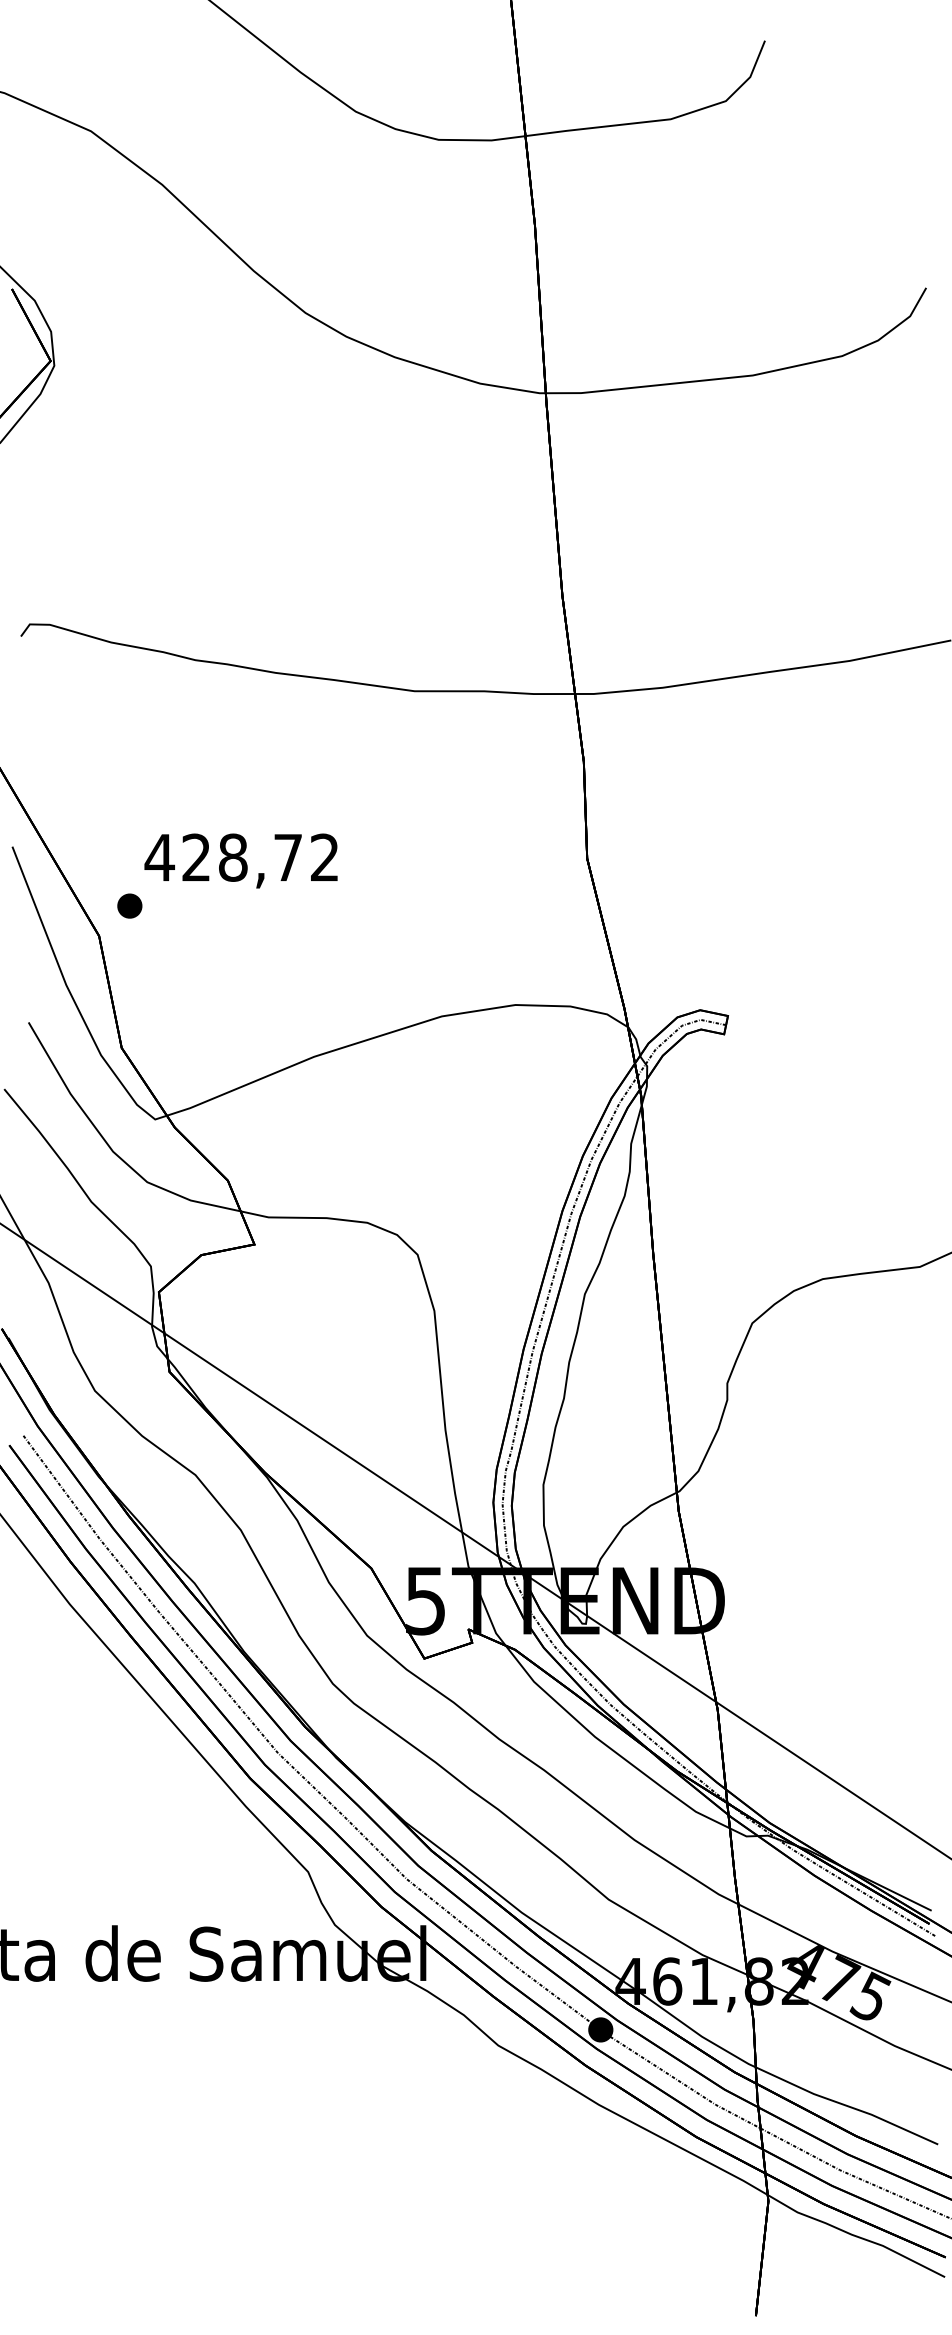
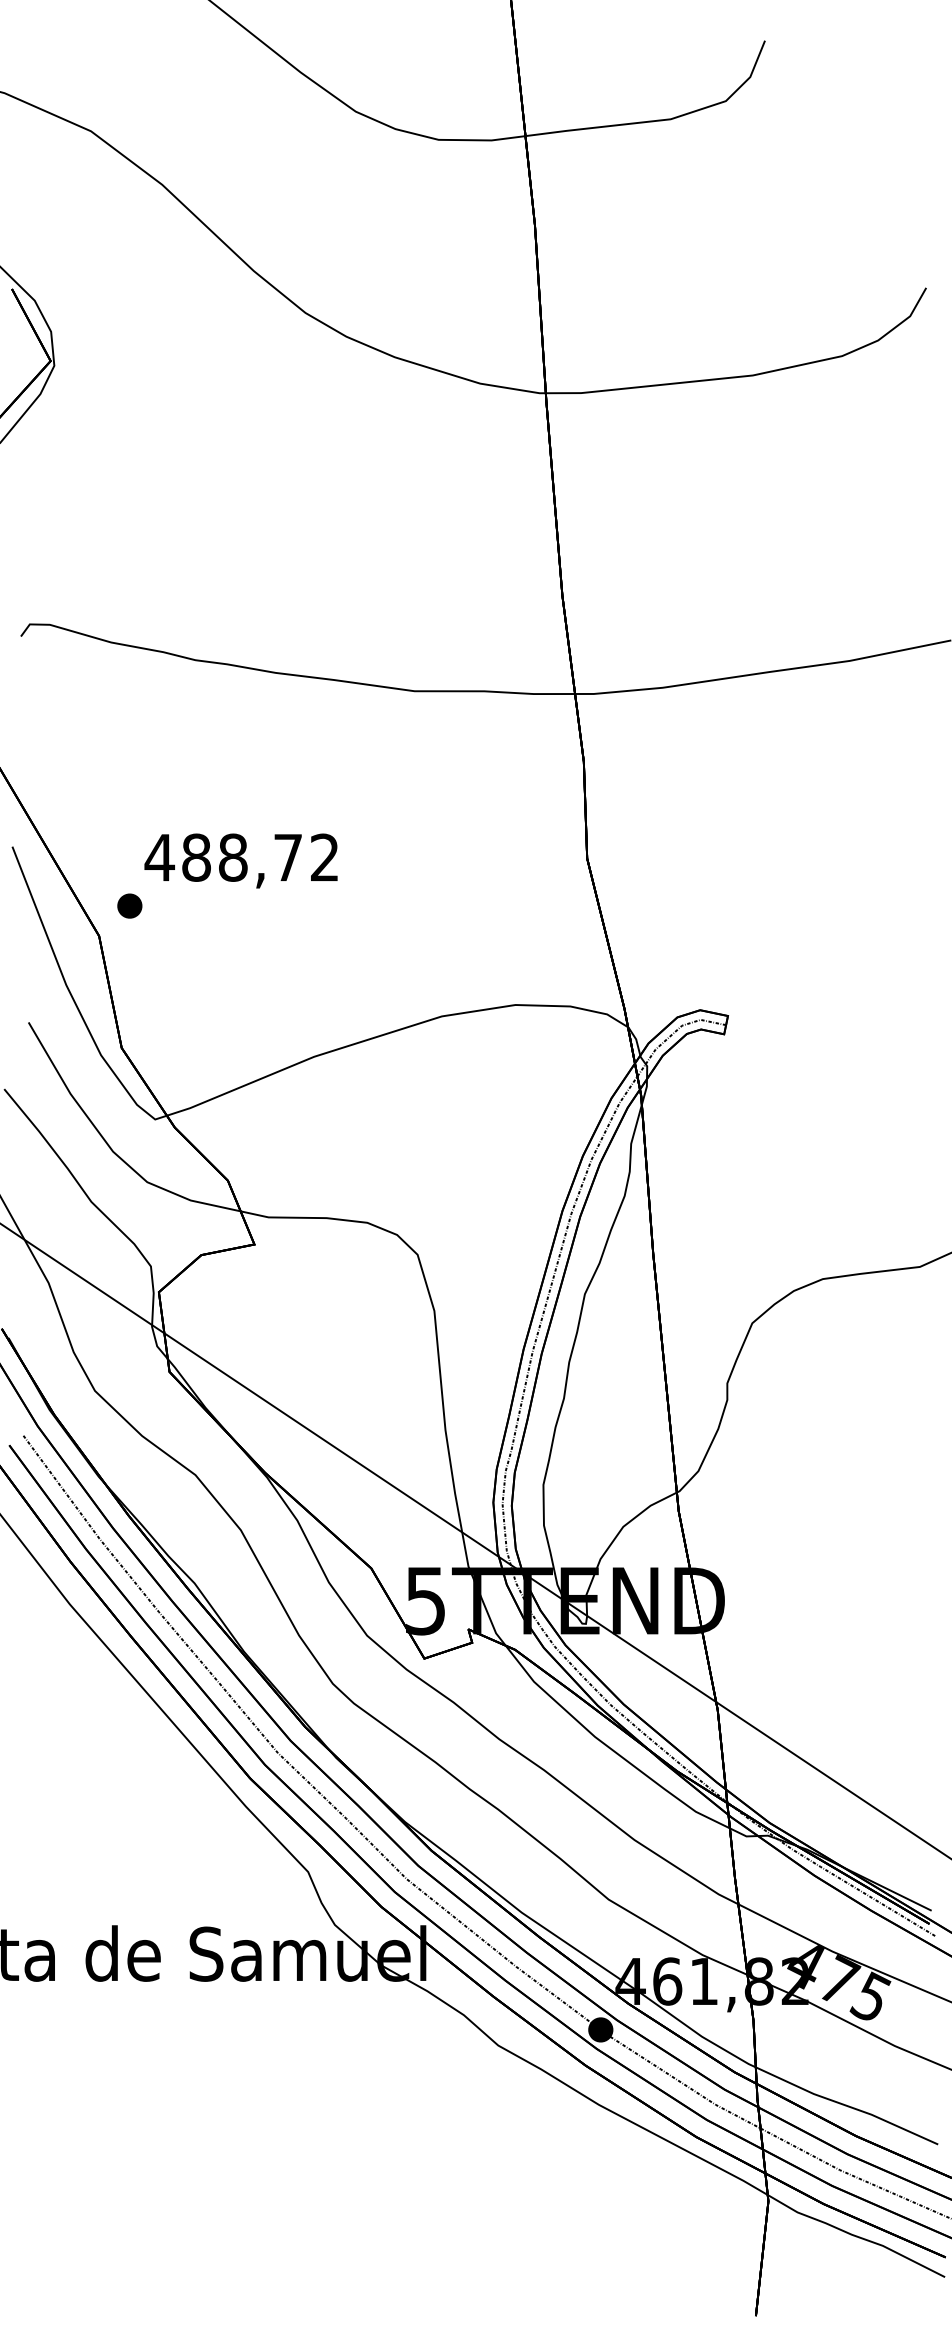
text at (196, 857): 428,72 -> 488,72
